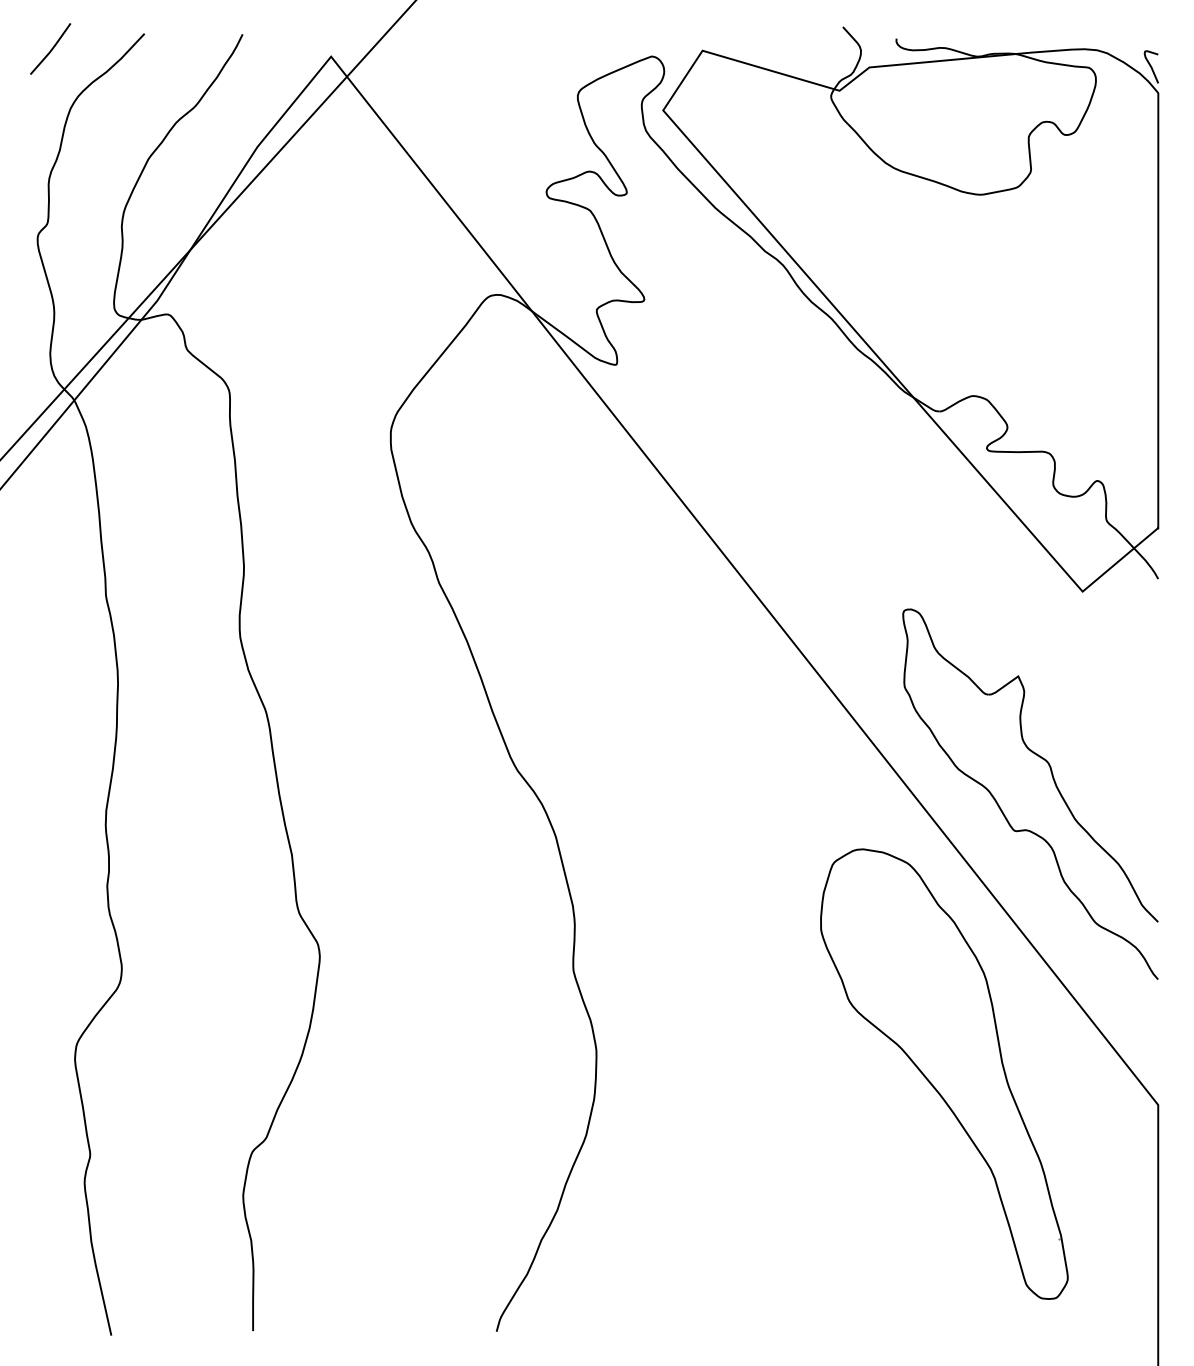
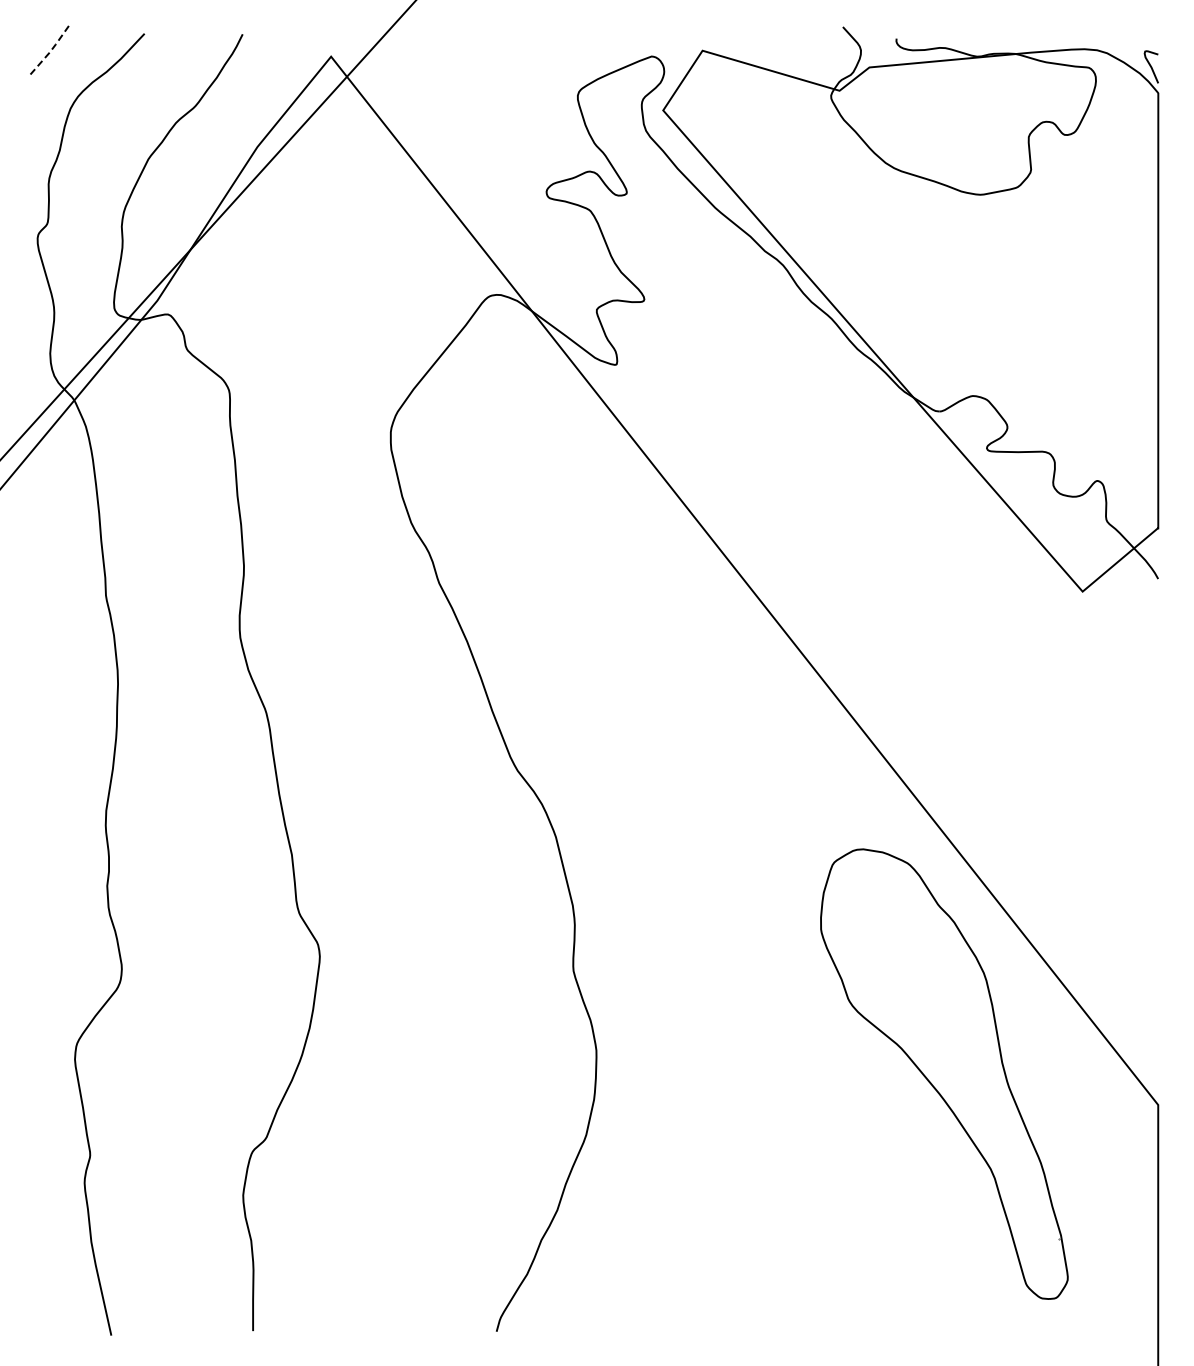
line at (51, 49): solid -> dashed
part at (1054, 784): present -> none
